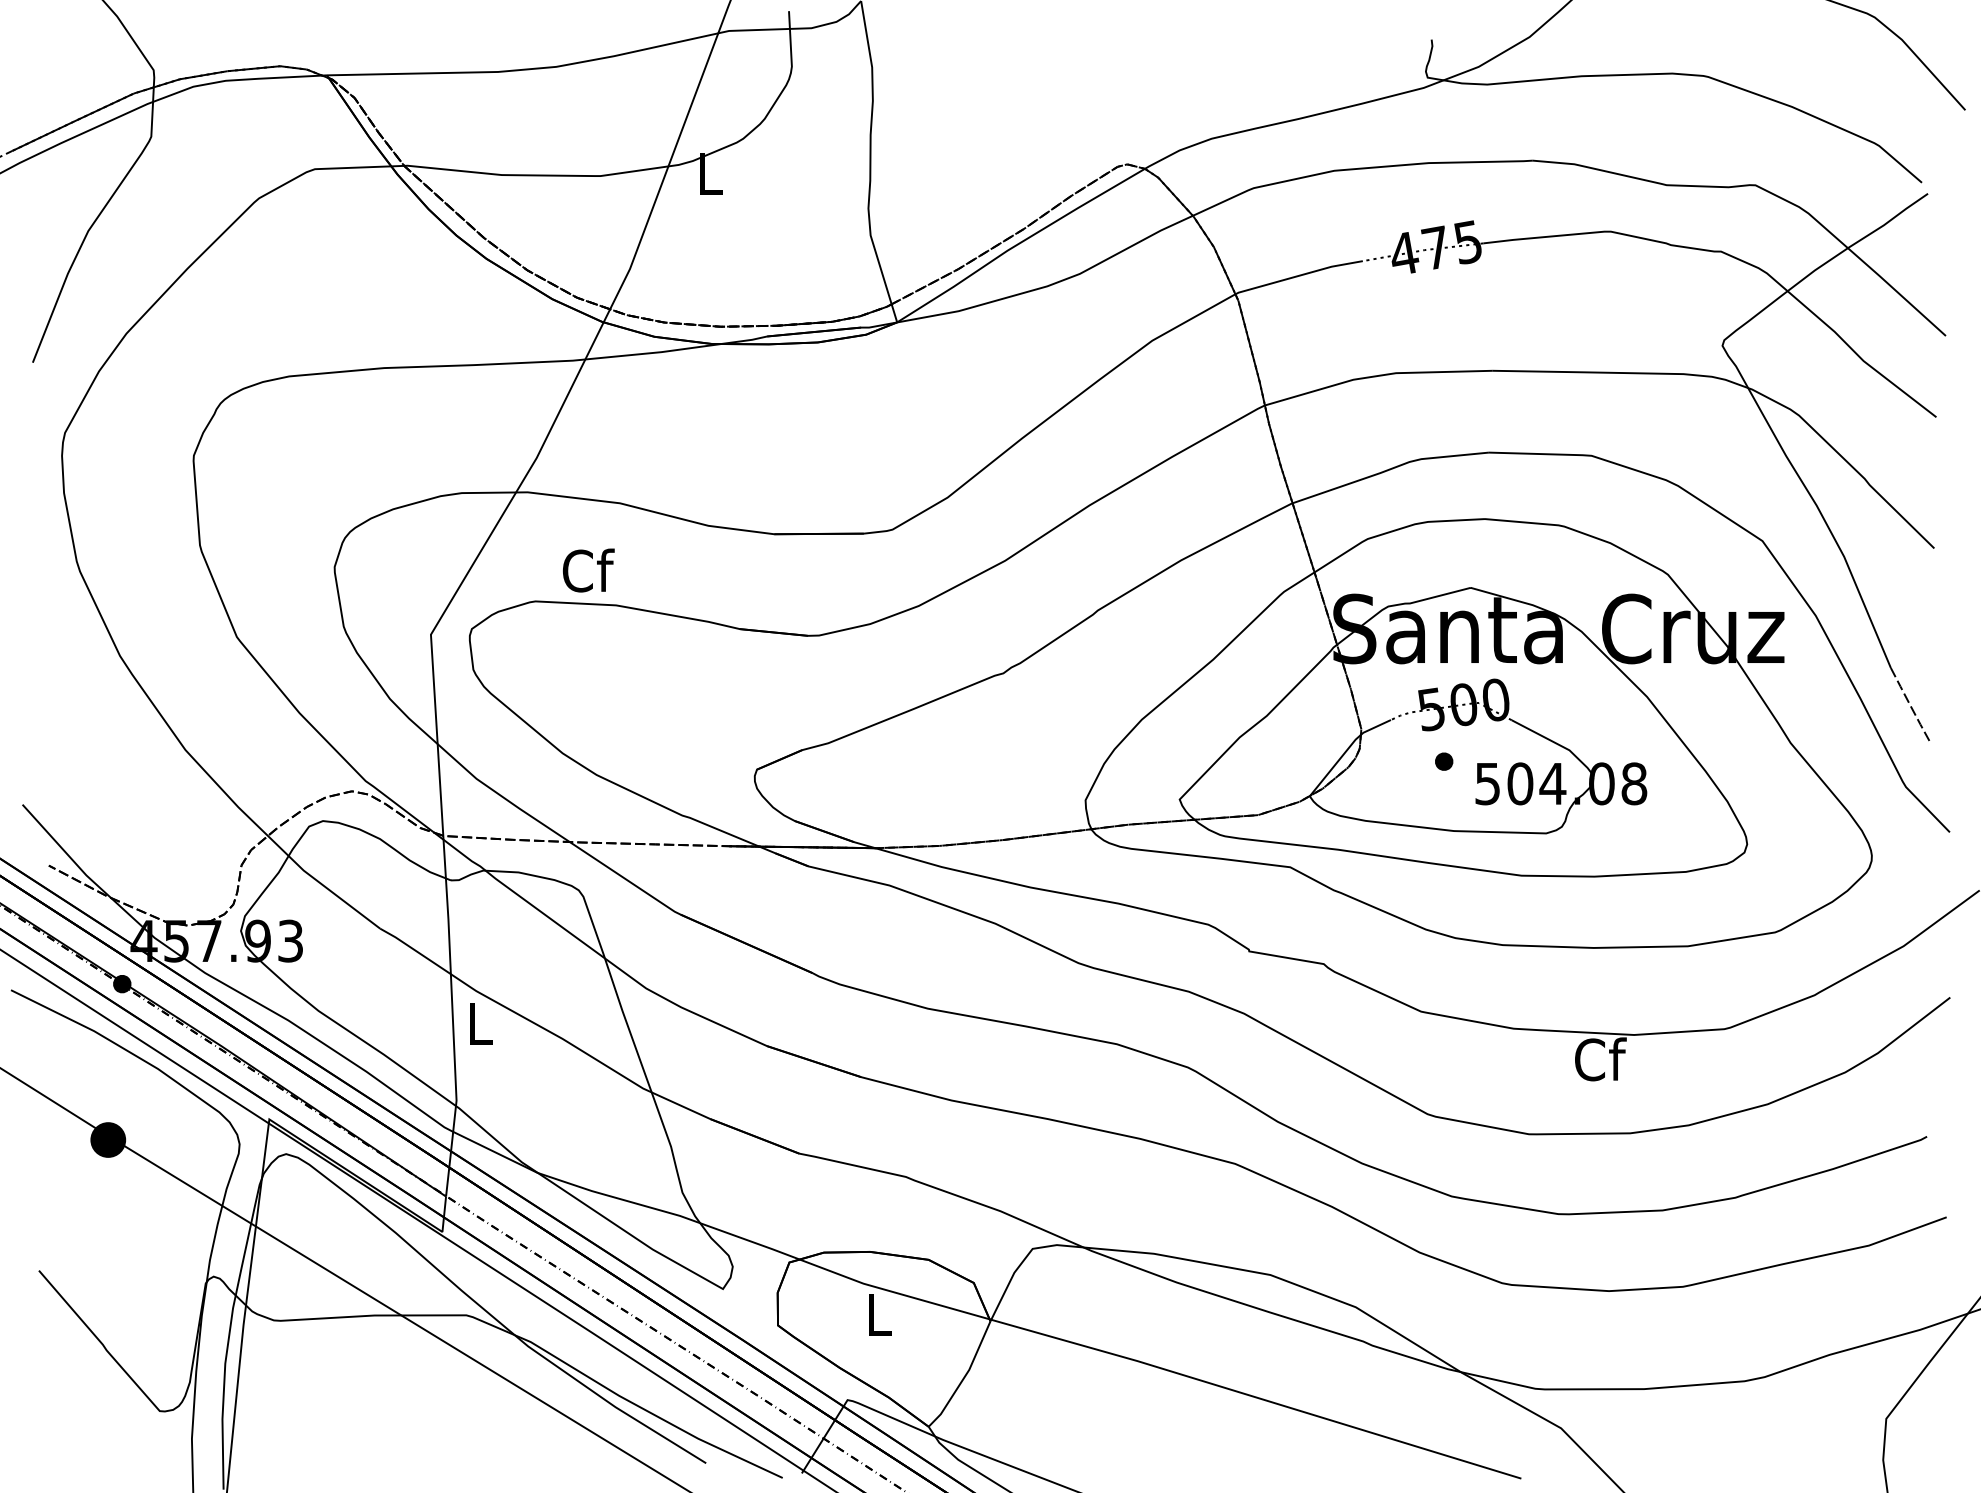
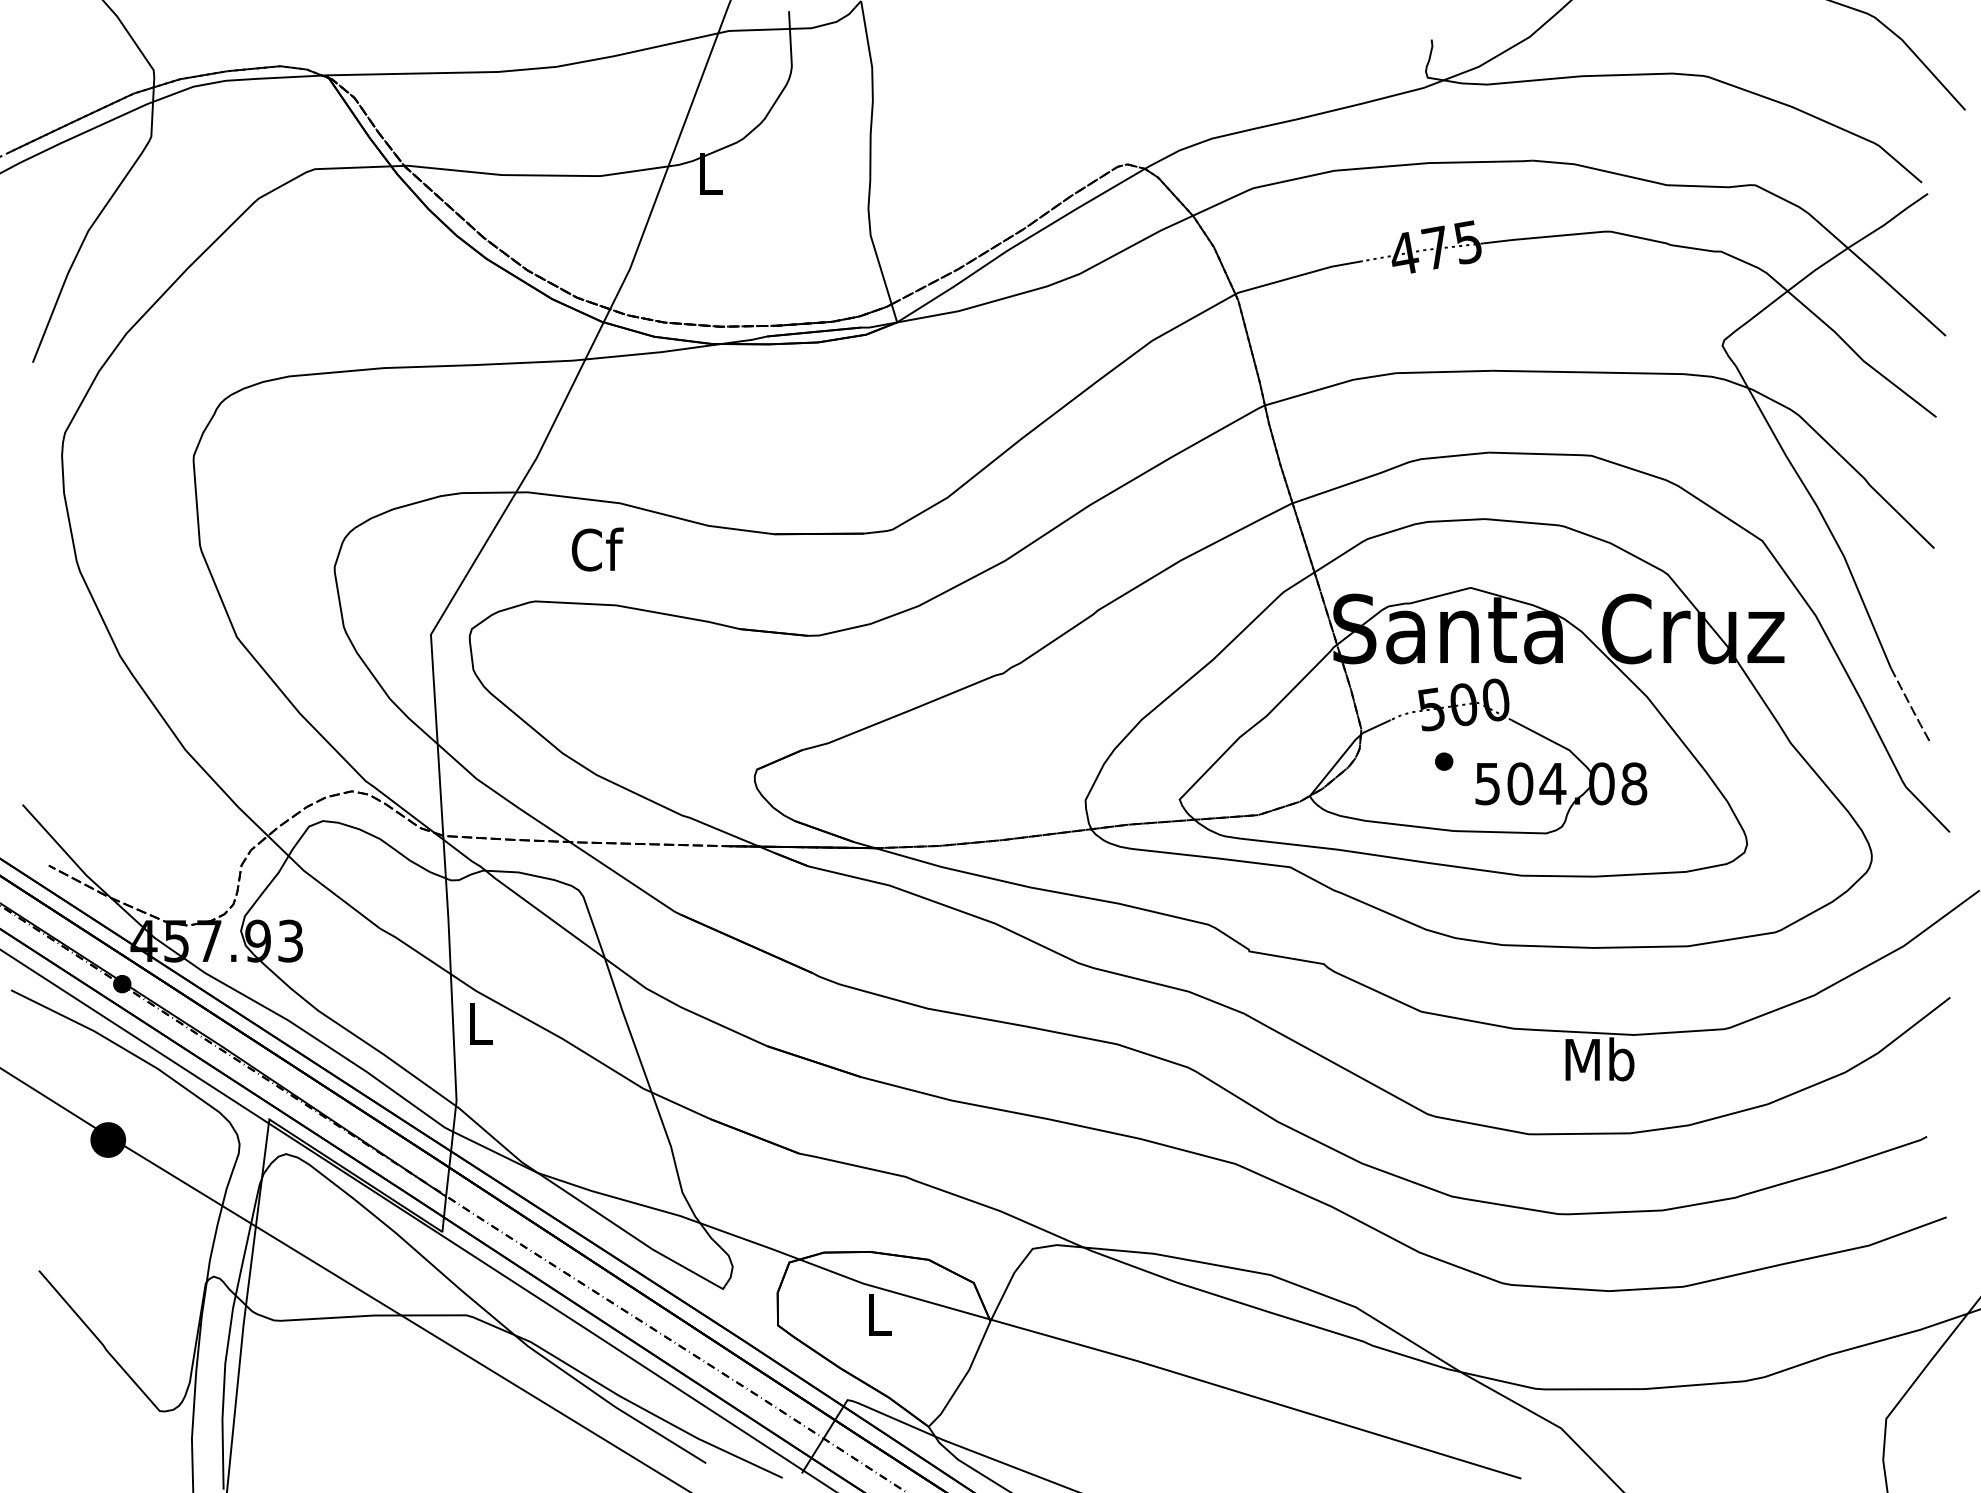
text at (588, 570) position: (588, 570) -> (597, 549)
text at (1599, 1059): Cf -> Mb
